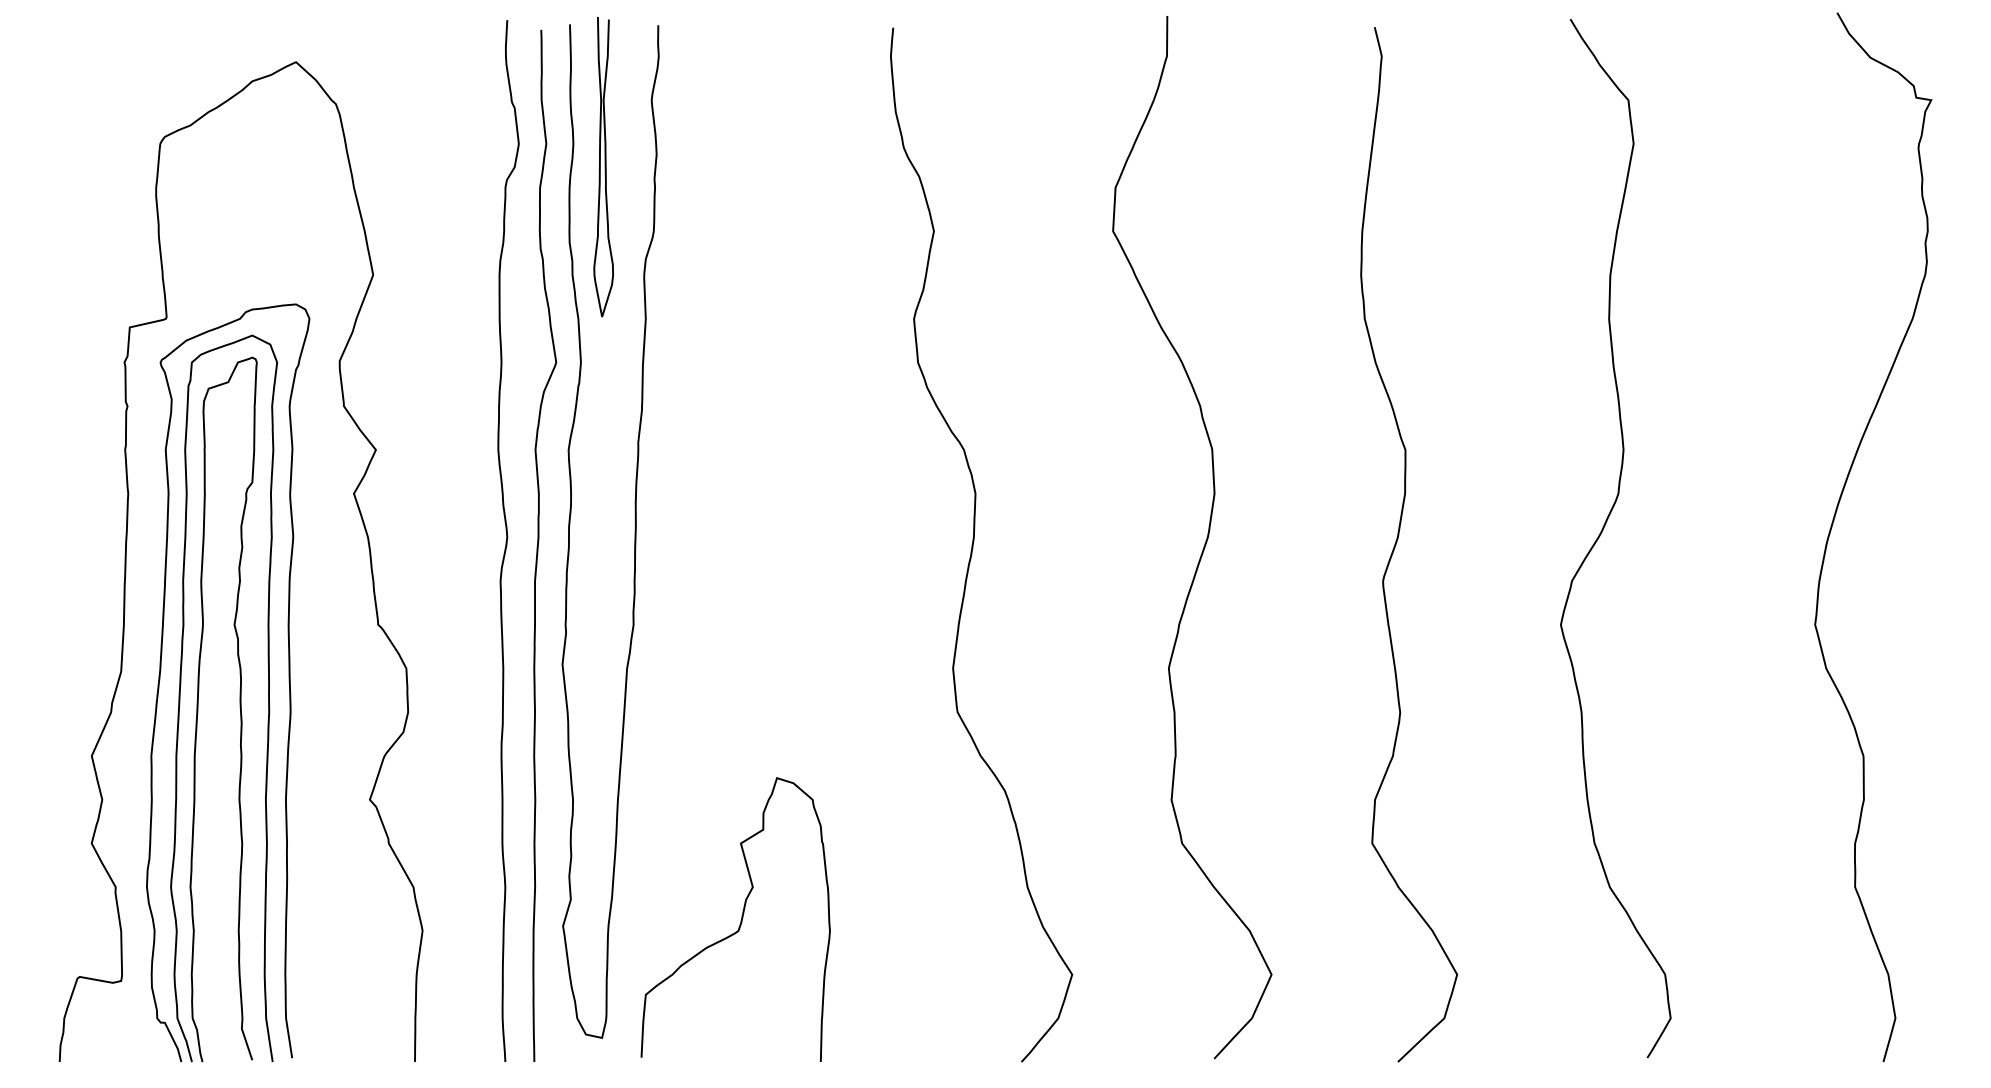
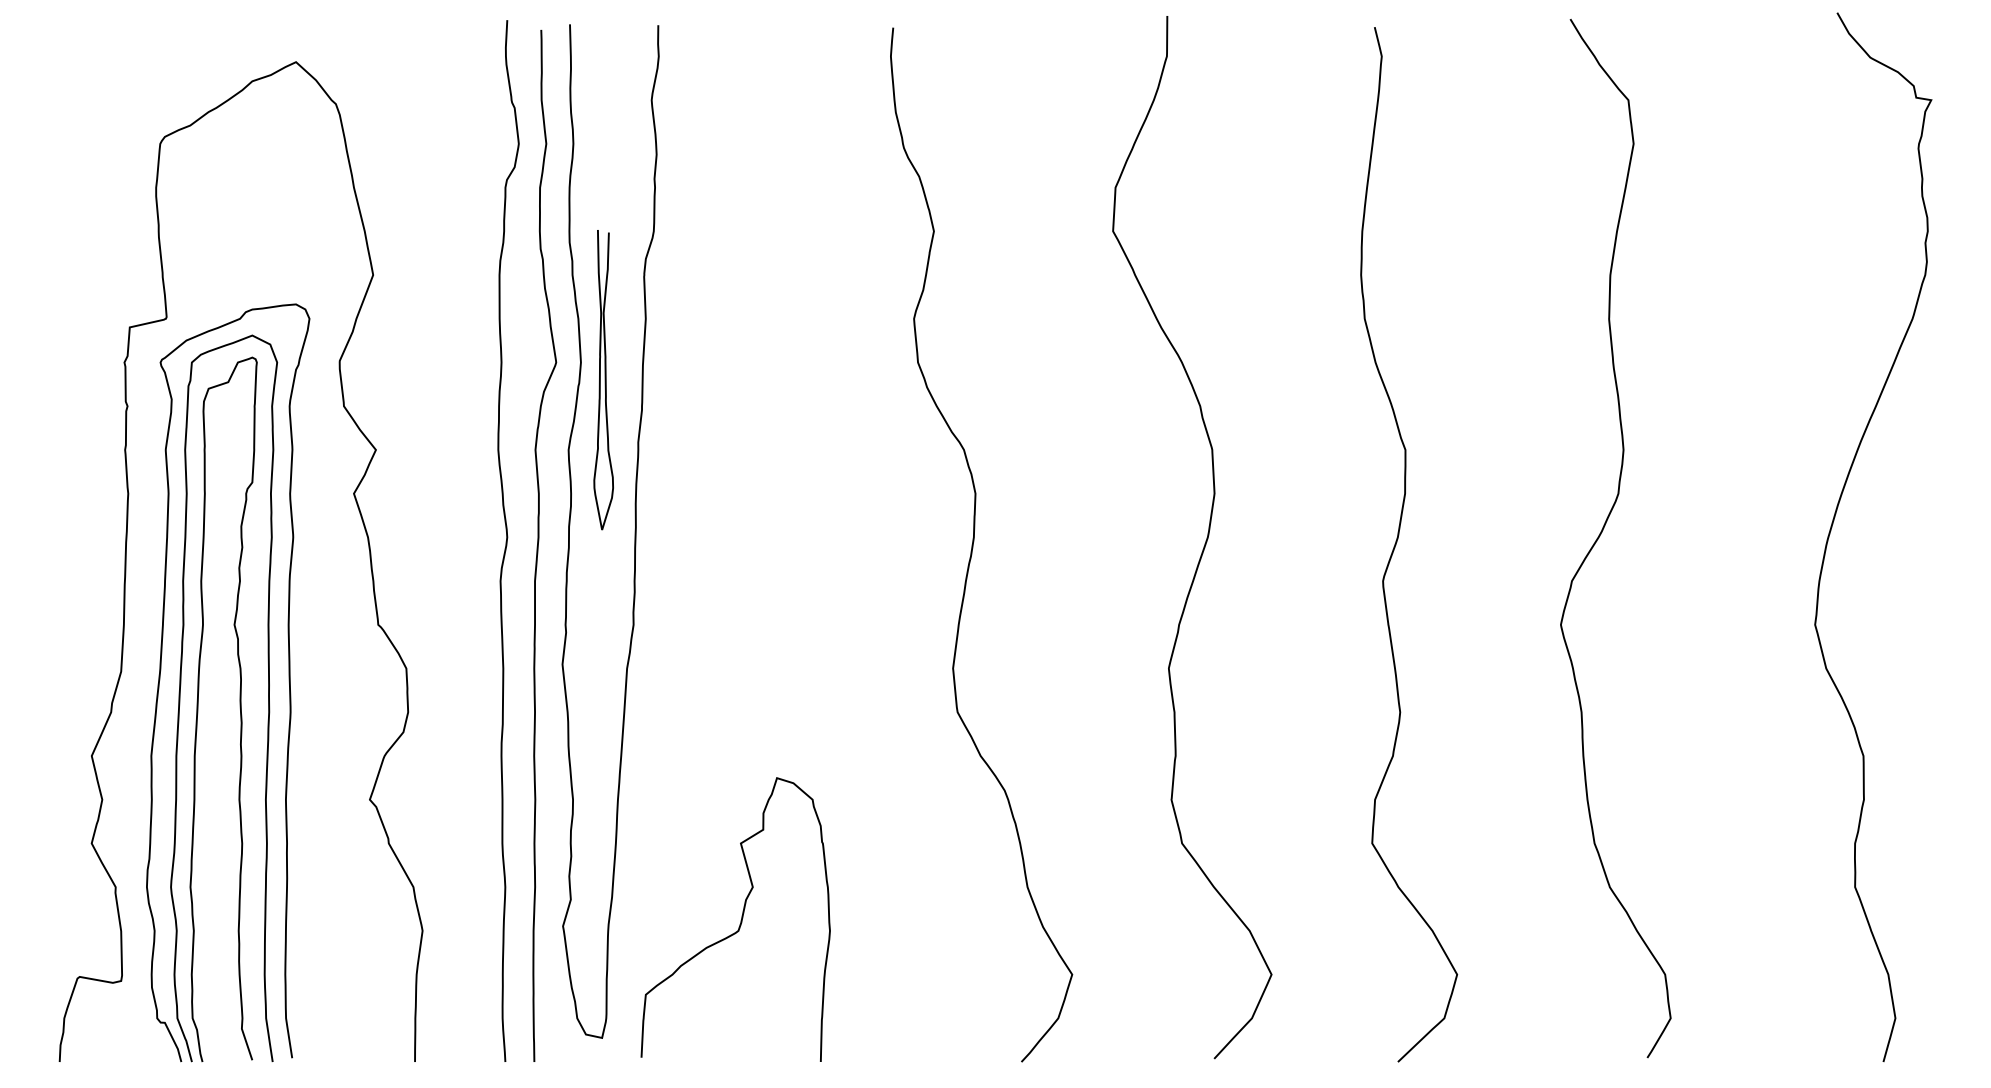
curve at (604, 167) position: (604, 167) -> (604, 380)
